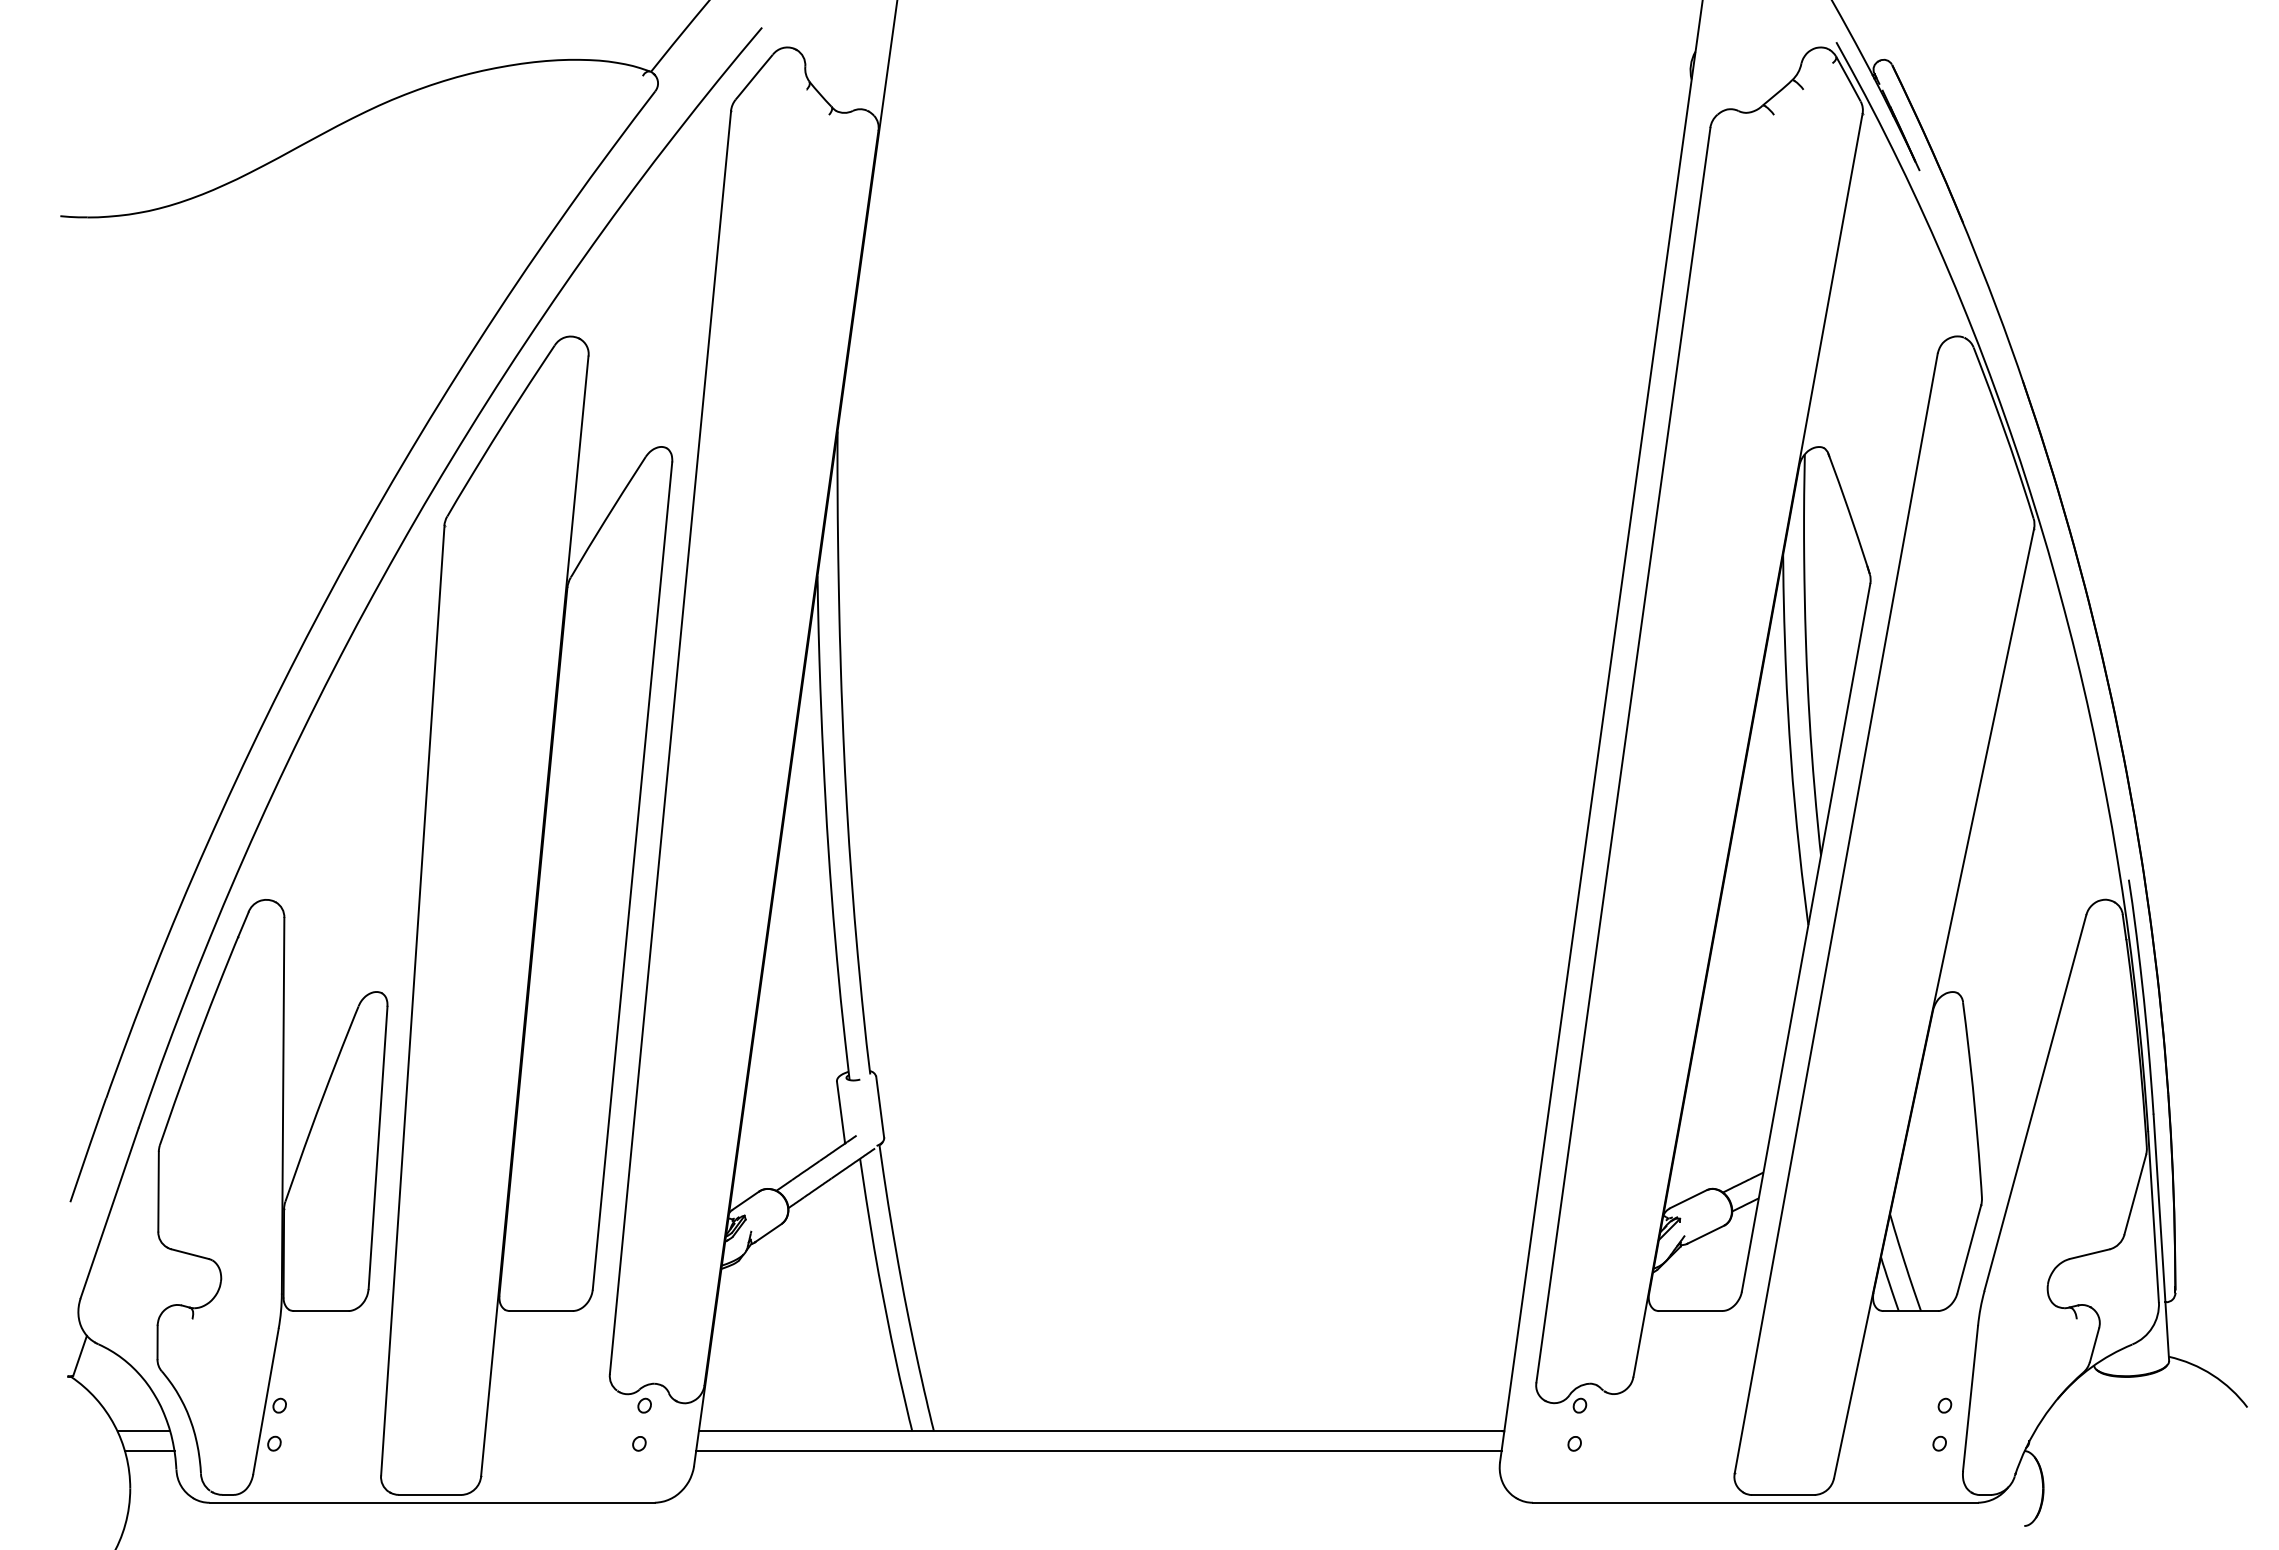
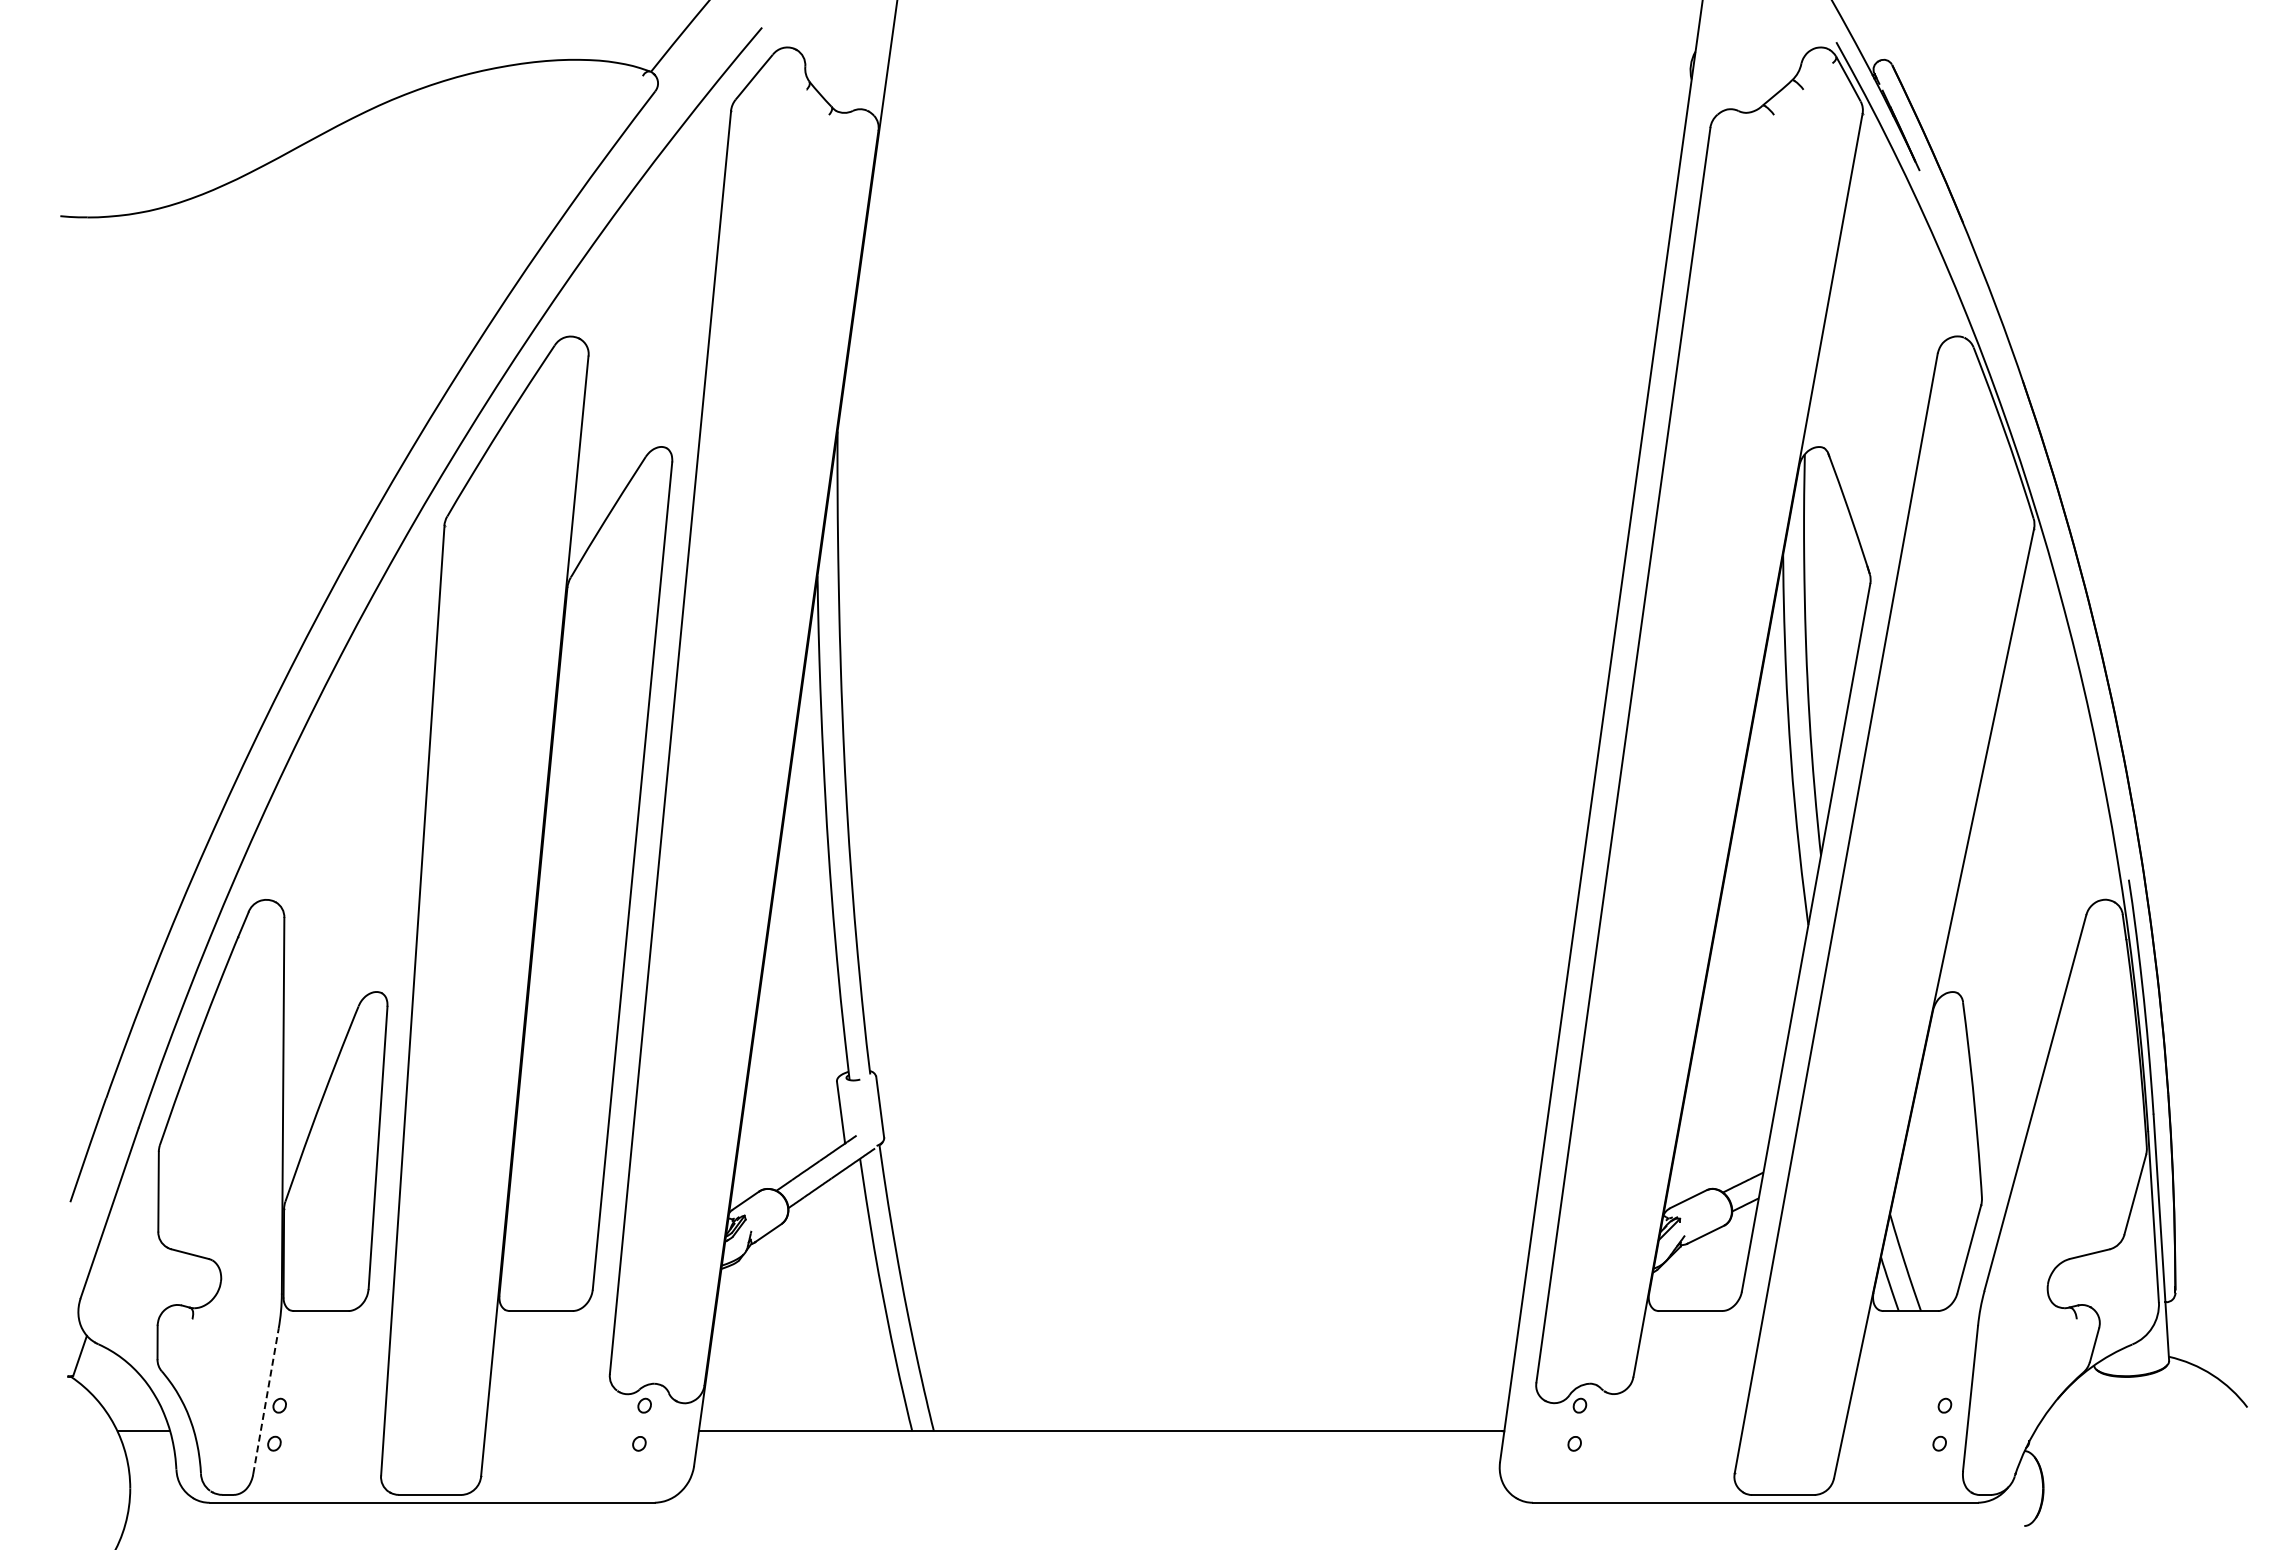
line at (265, 1401): solid -> dashed
line at (149, 1451): present -> none
line at (1098, 1451): present -> none
